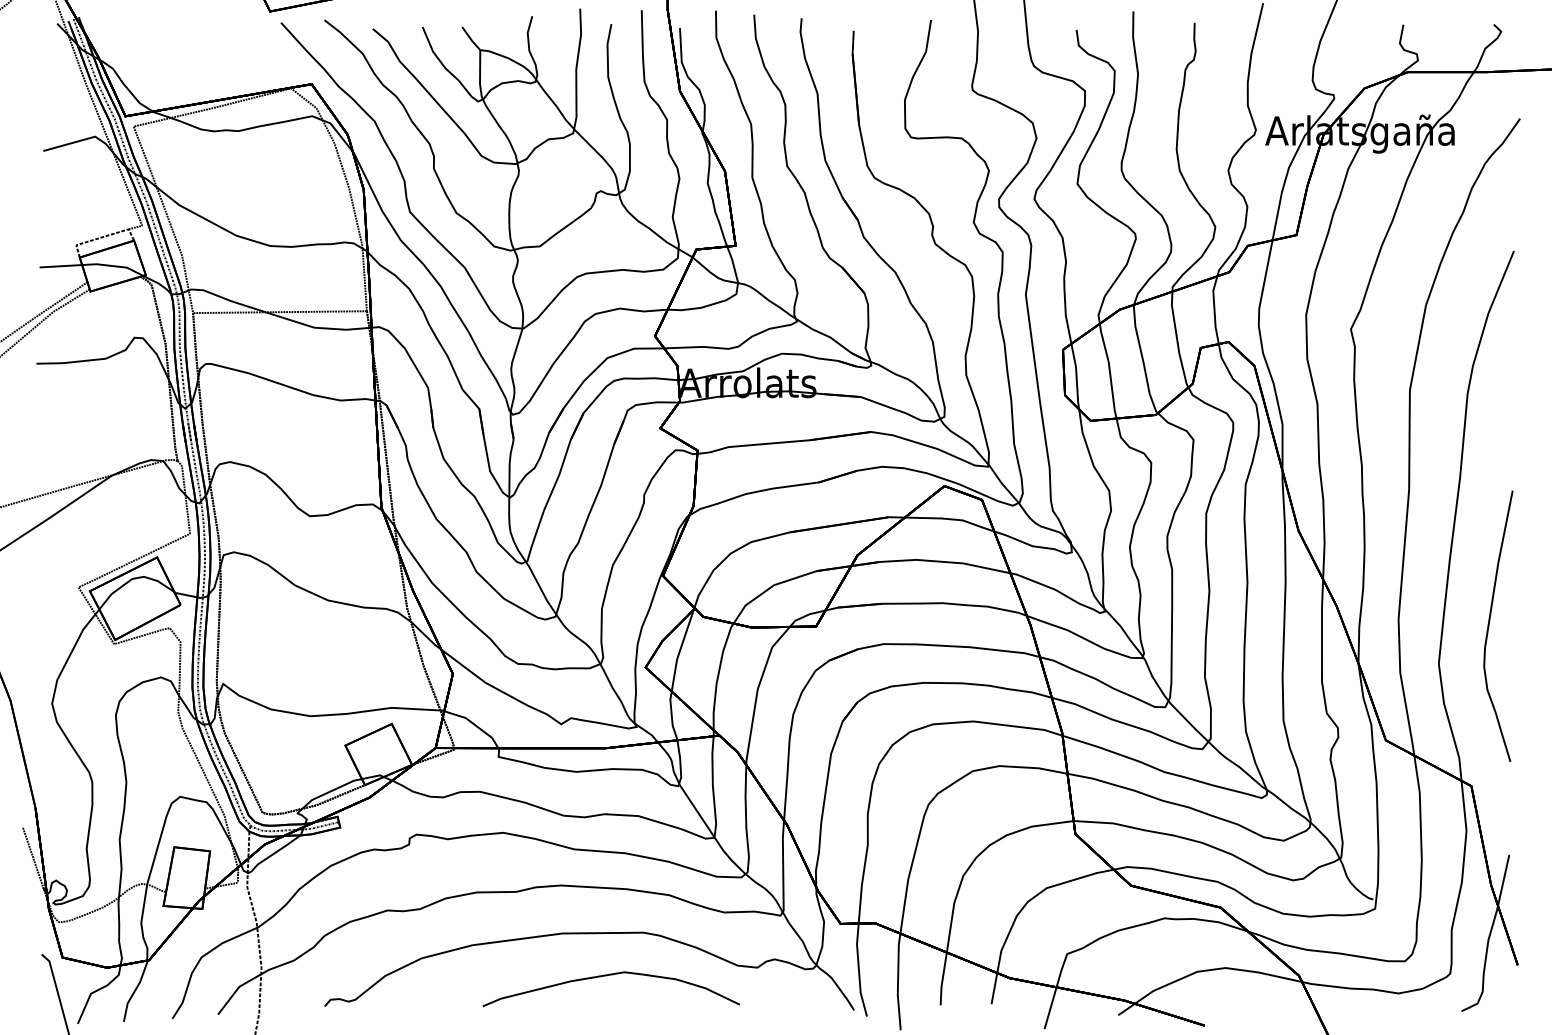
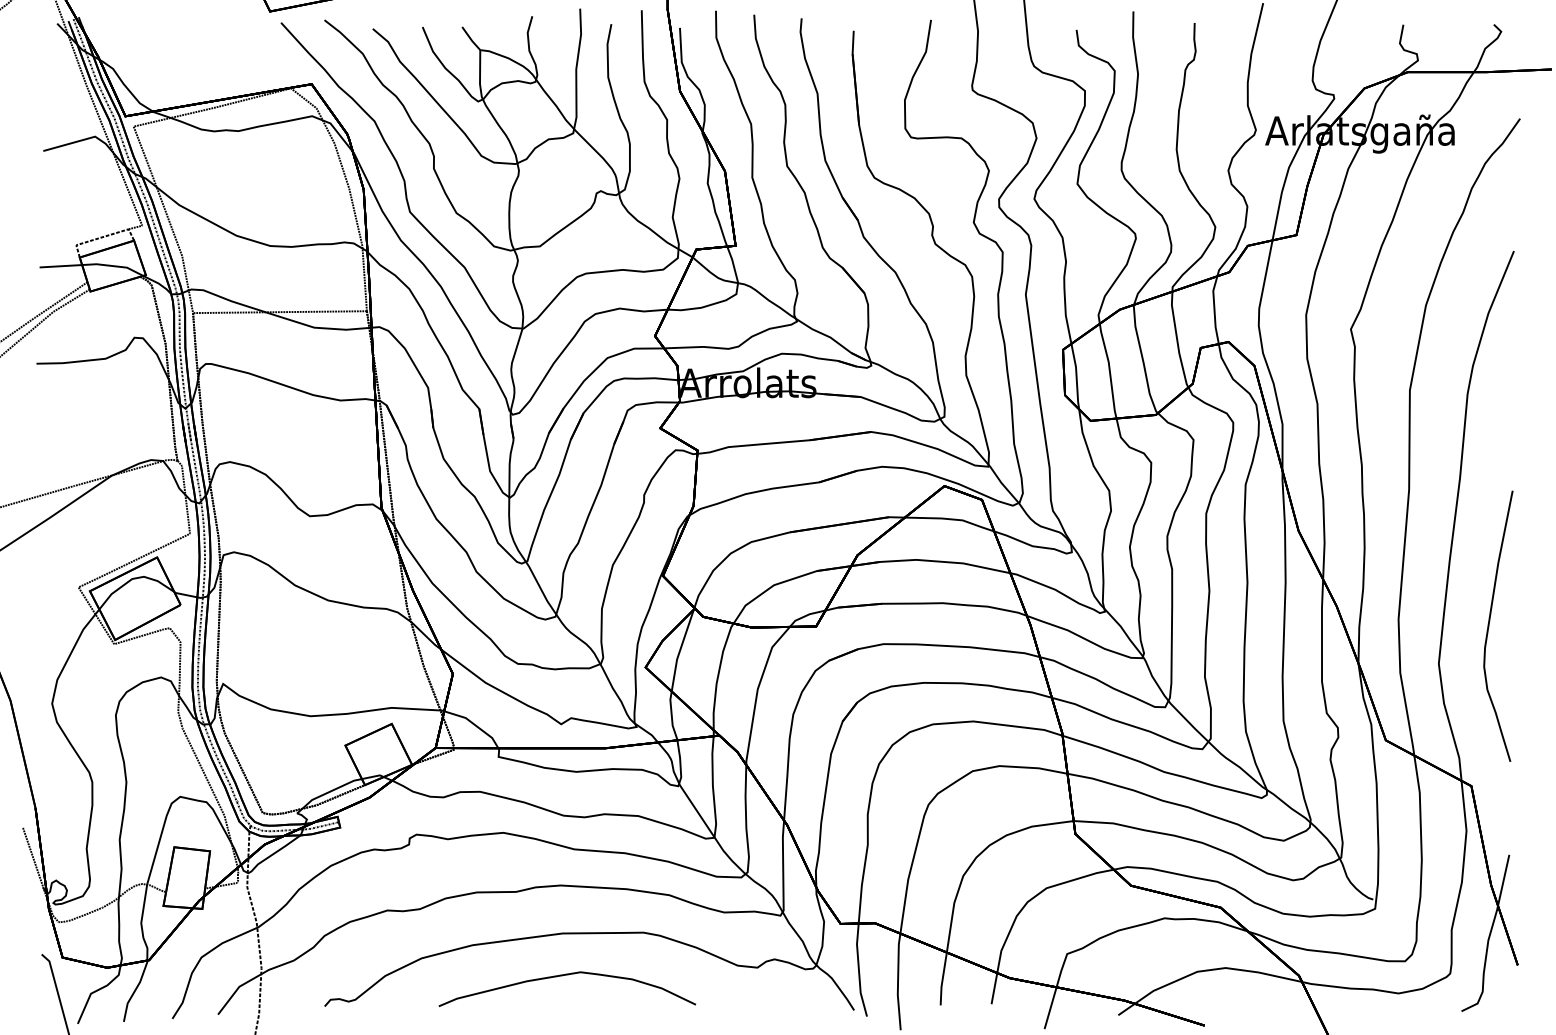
curve at (611, 975) position: (611, 975) -> (567, 975)
